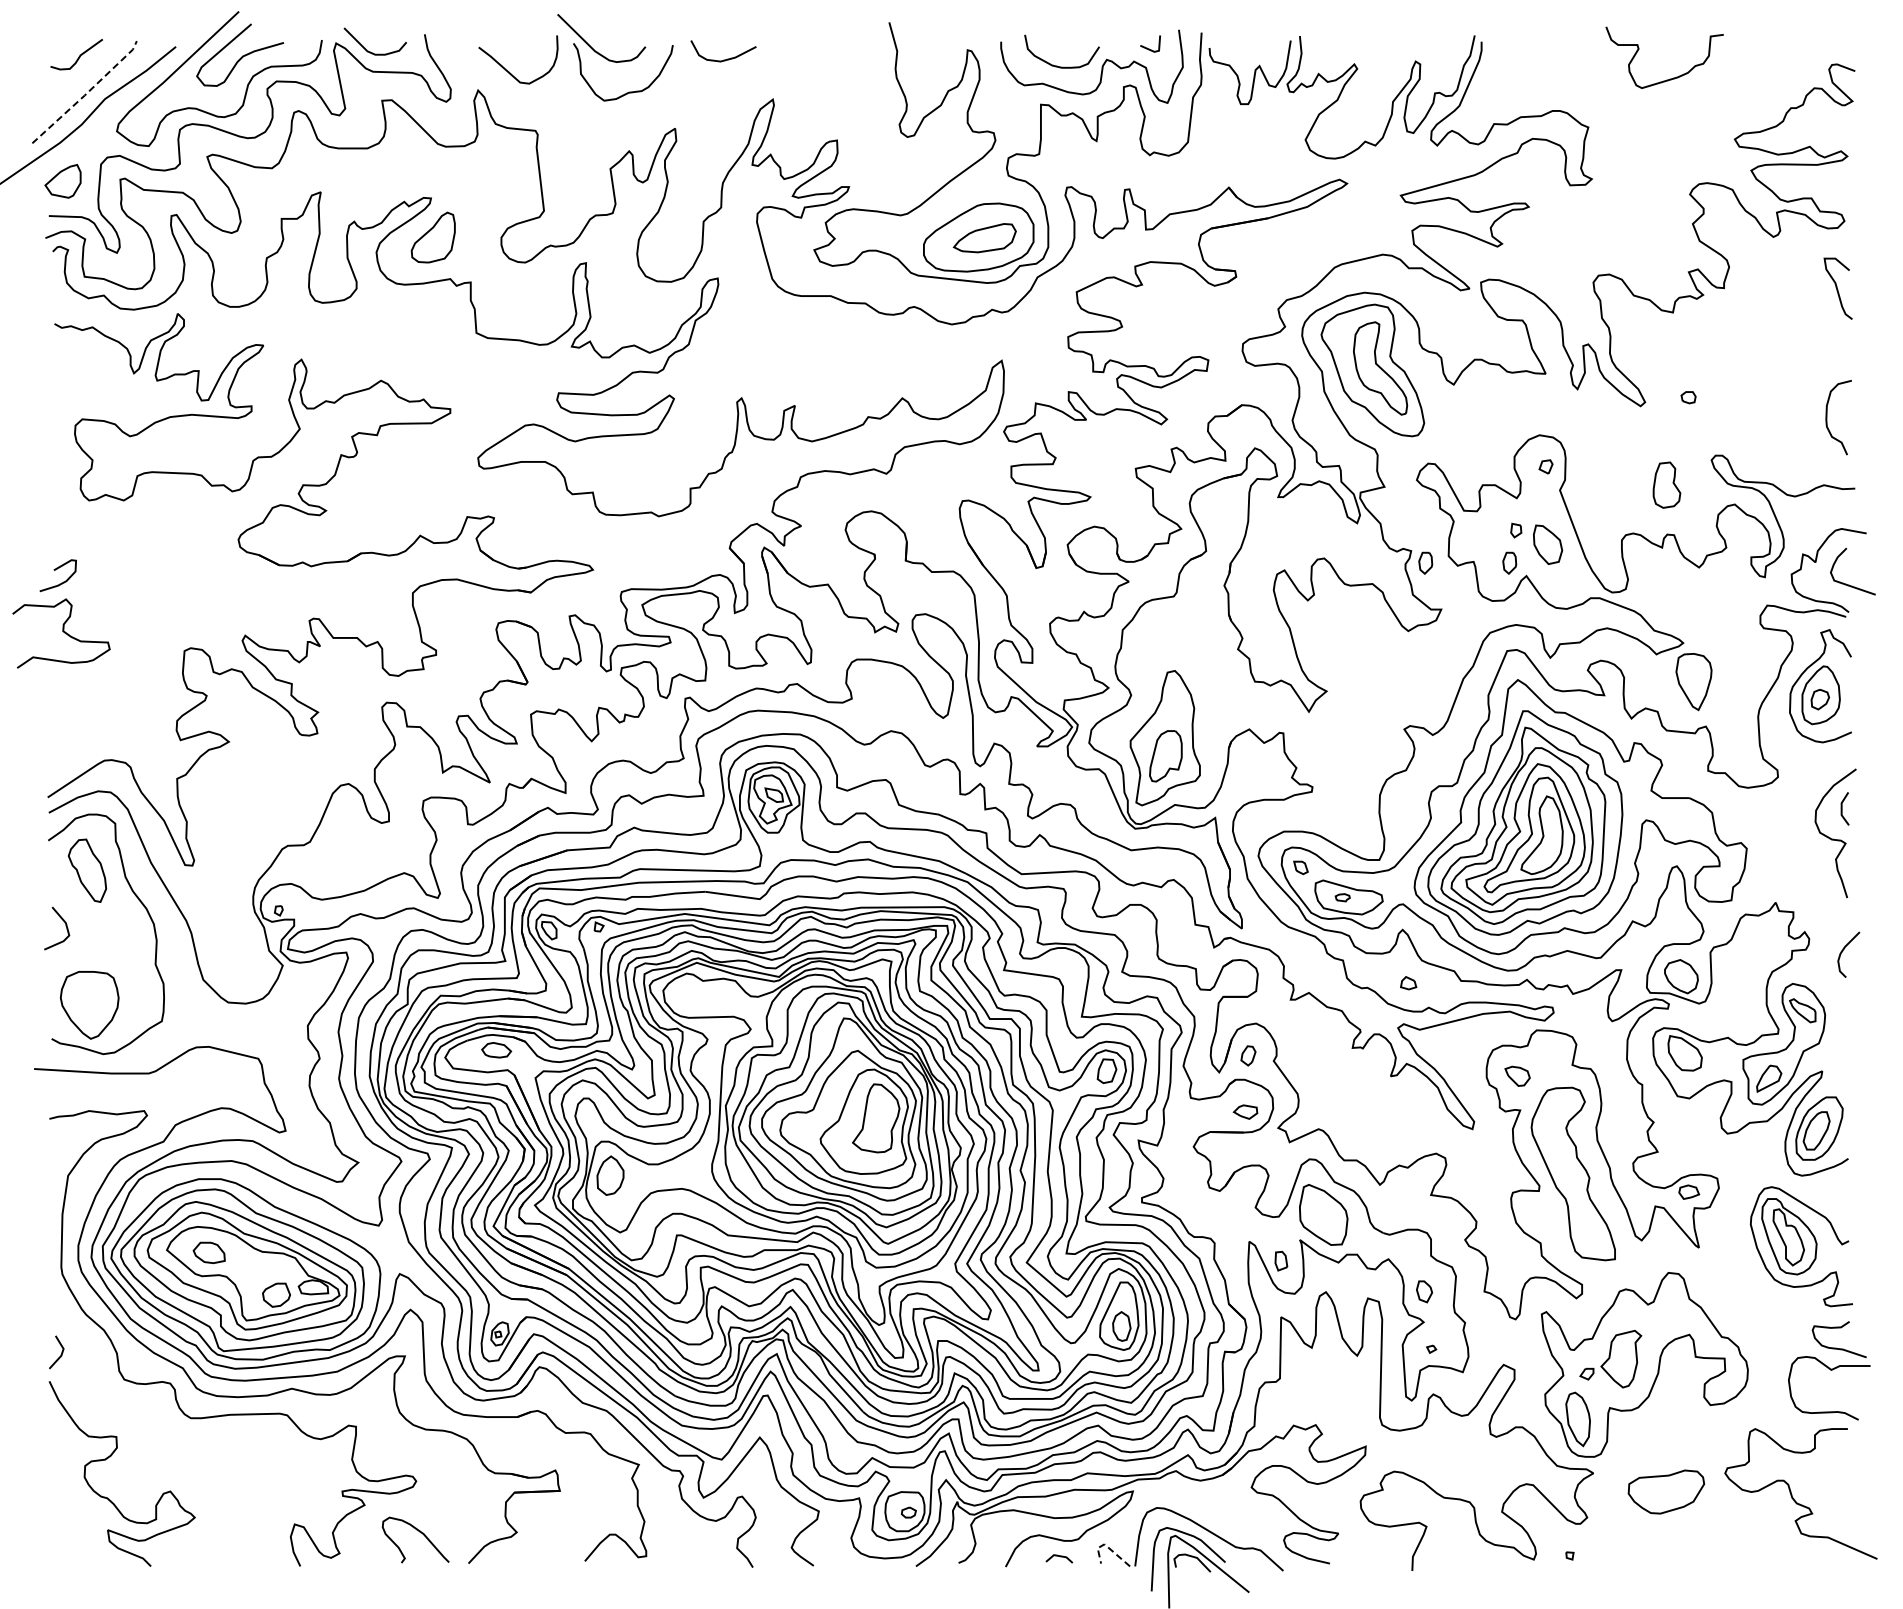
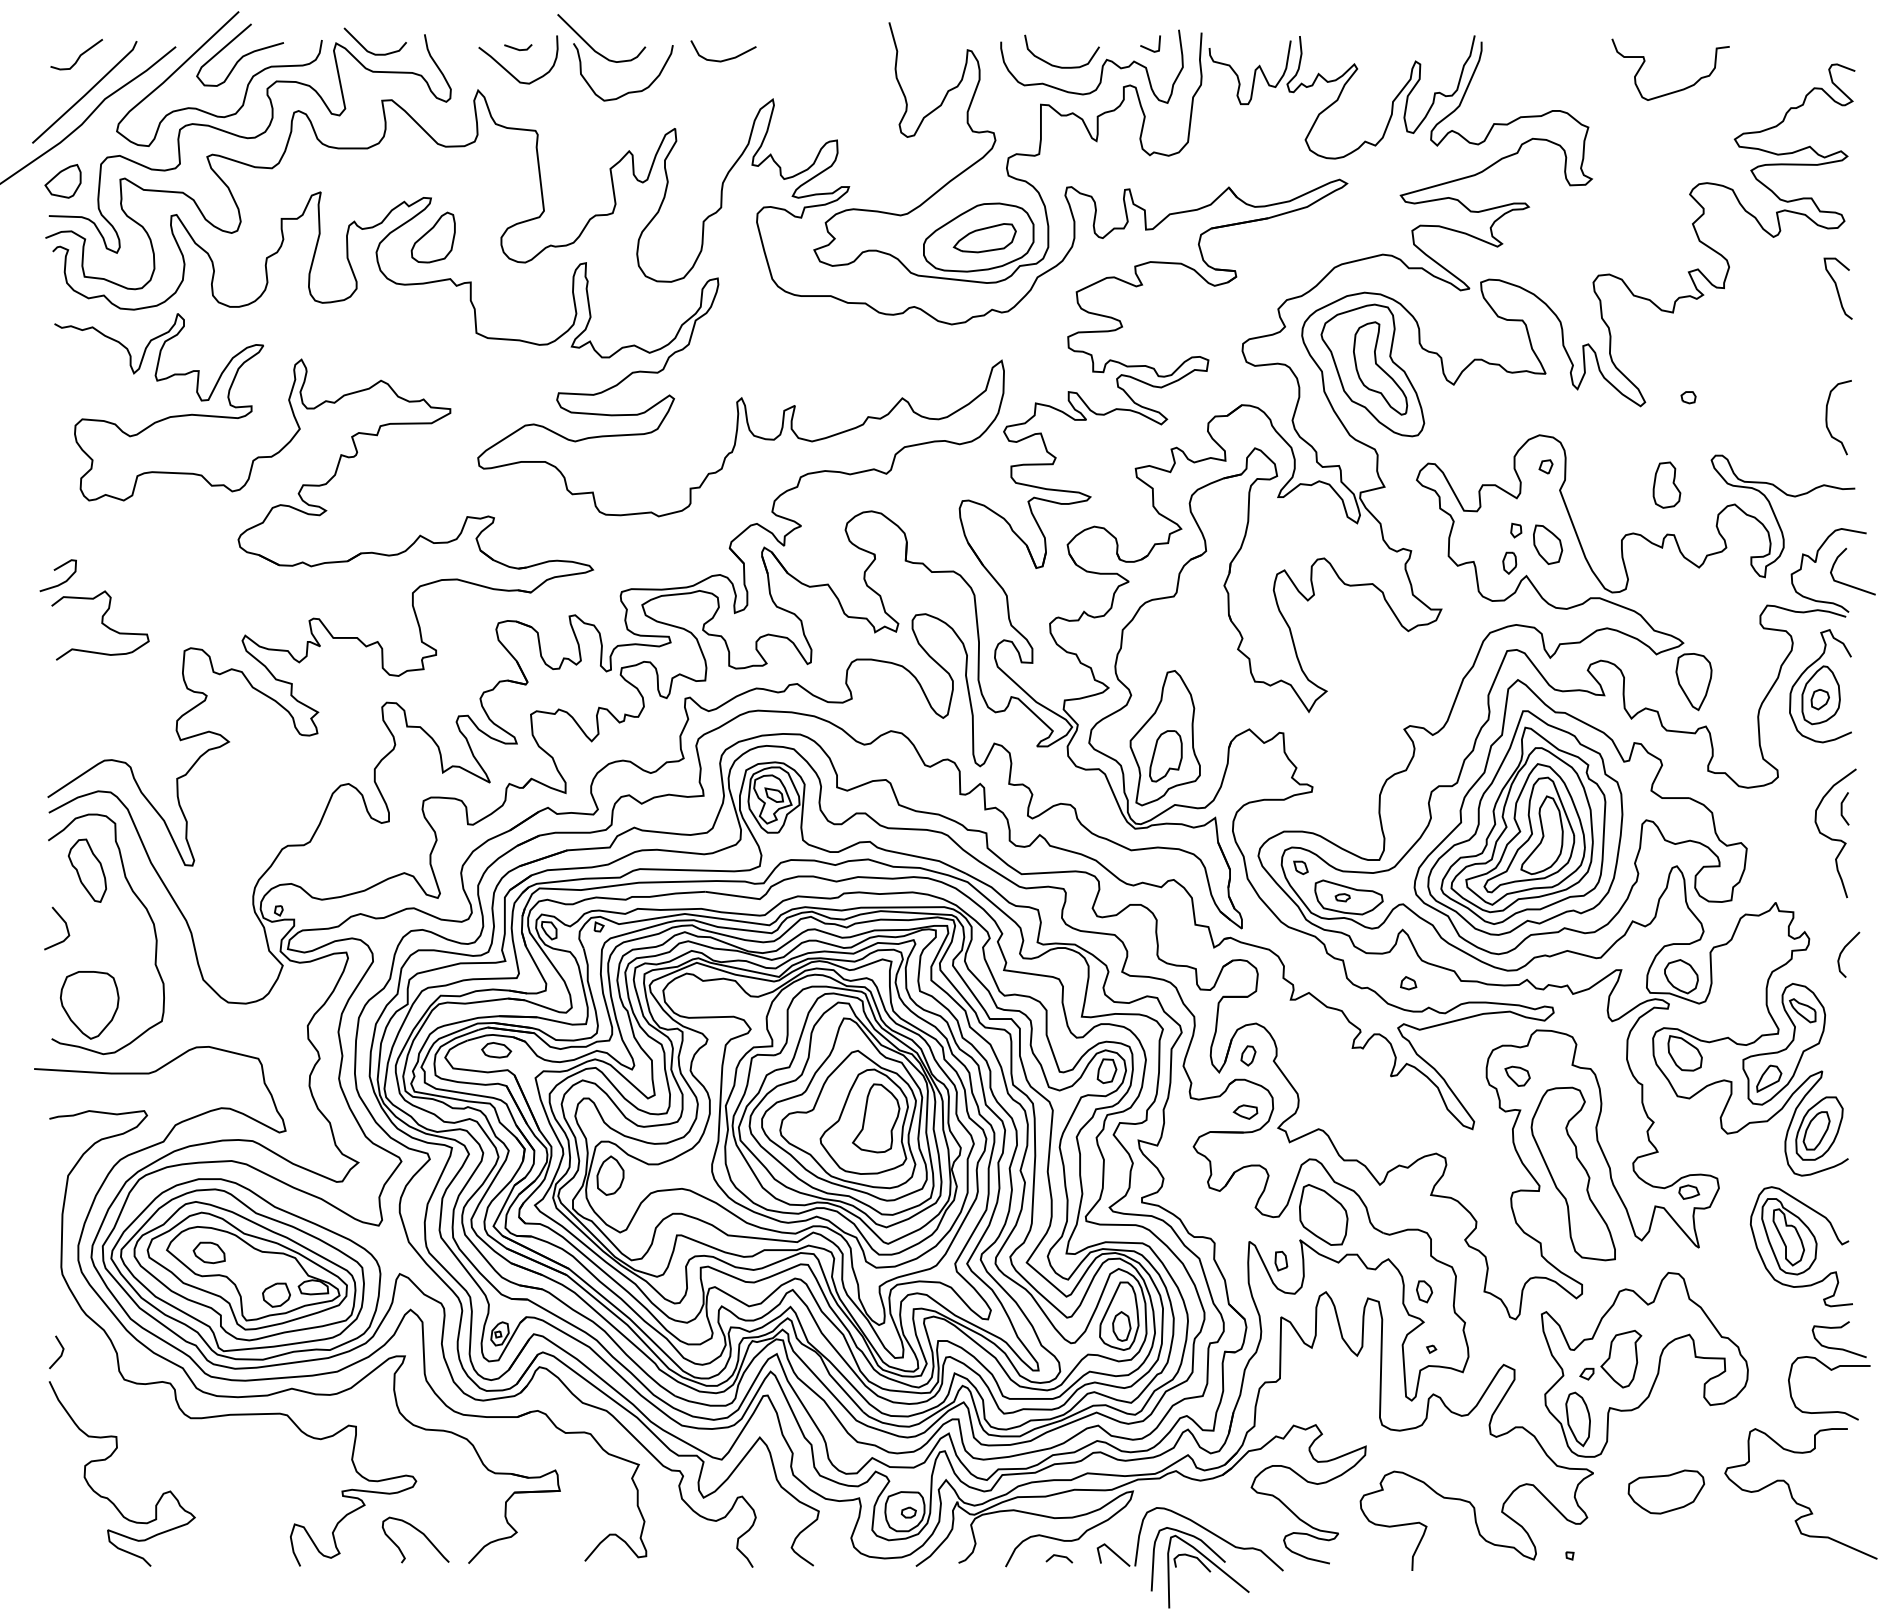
line at (518, 48): none -> present
curve at (1670, 78) position: (1670, 78) -> (1676, 90)
line at (86, 93): dashed -> solid
part at (1425, 562): present -> none
curve at (62, 631) position: (62, 631) -> (101, 623)
line at (1107, 1546): dashed -> solid
